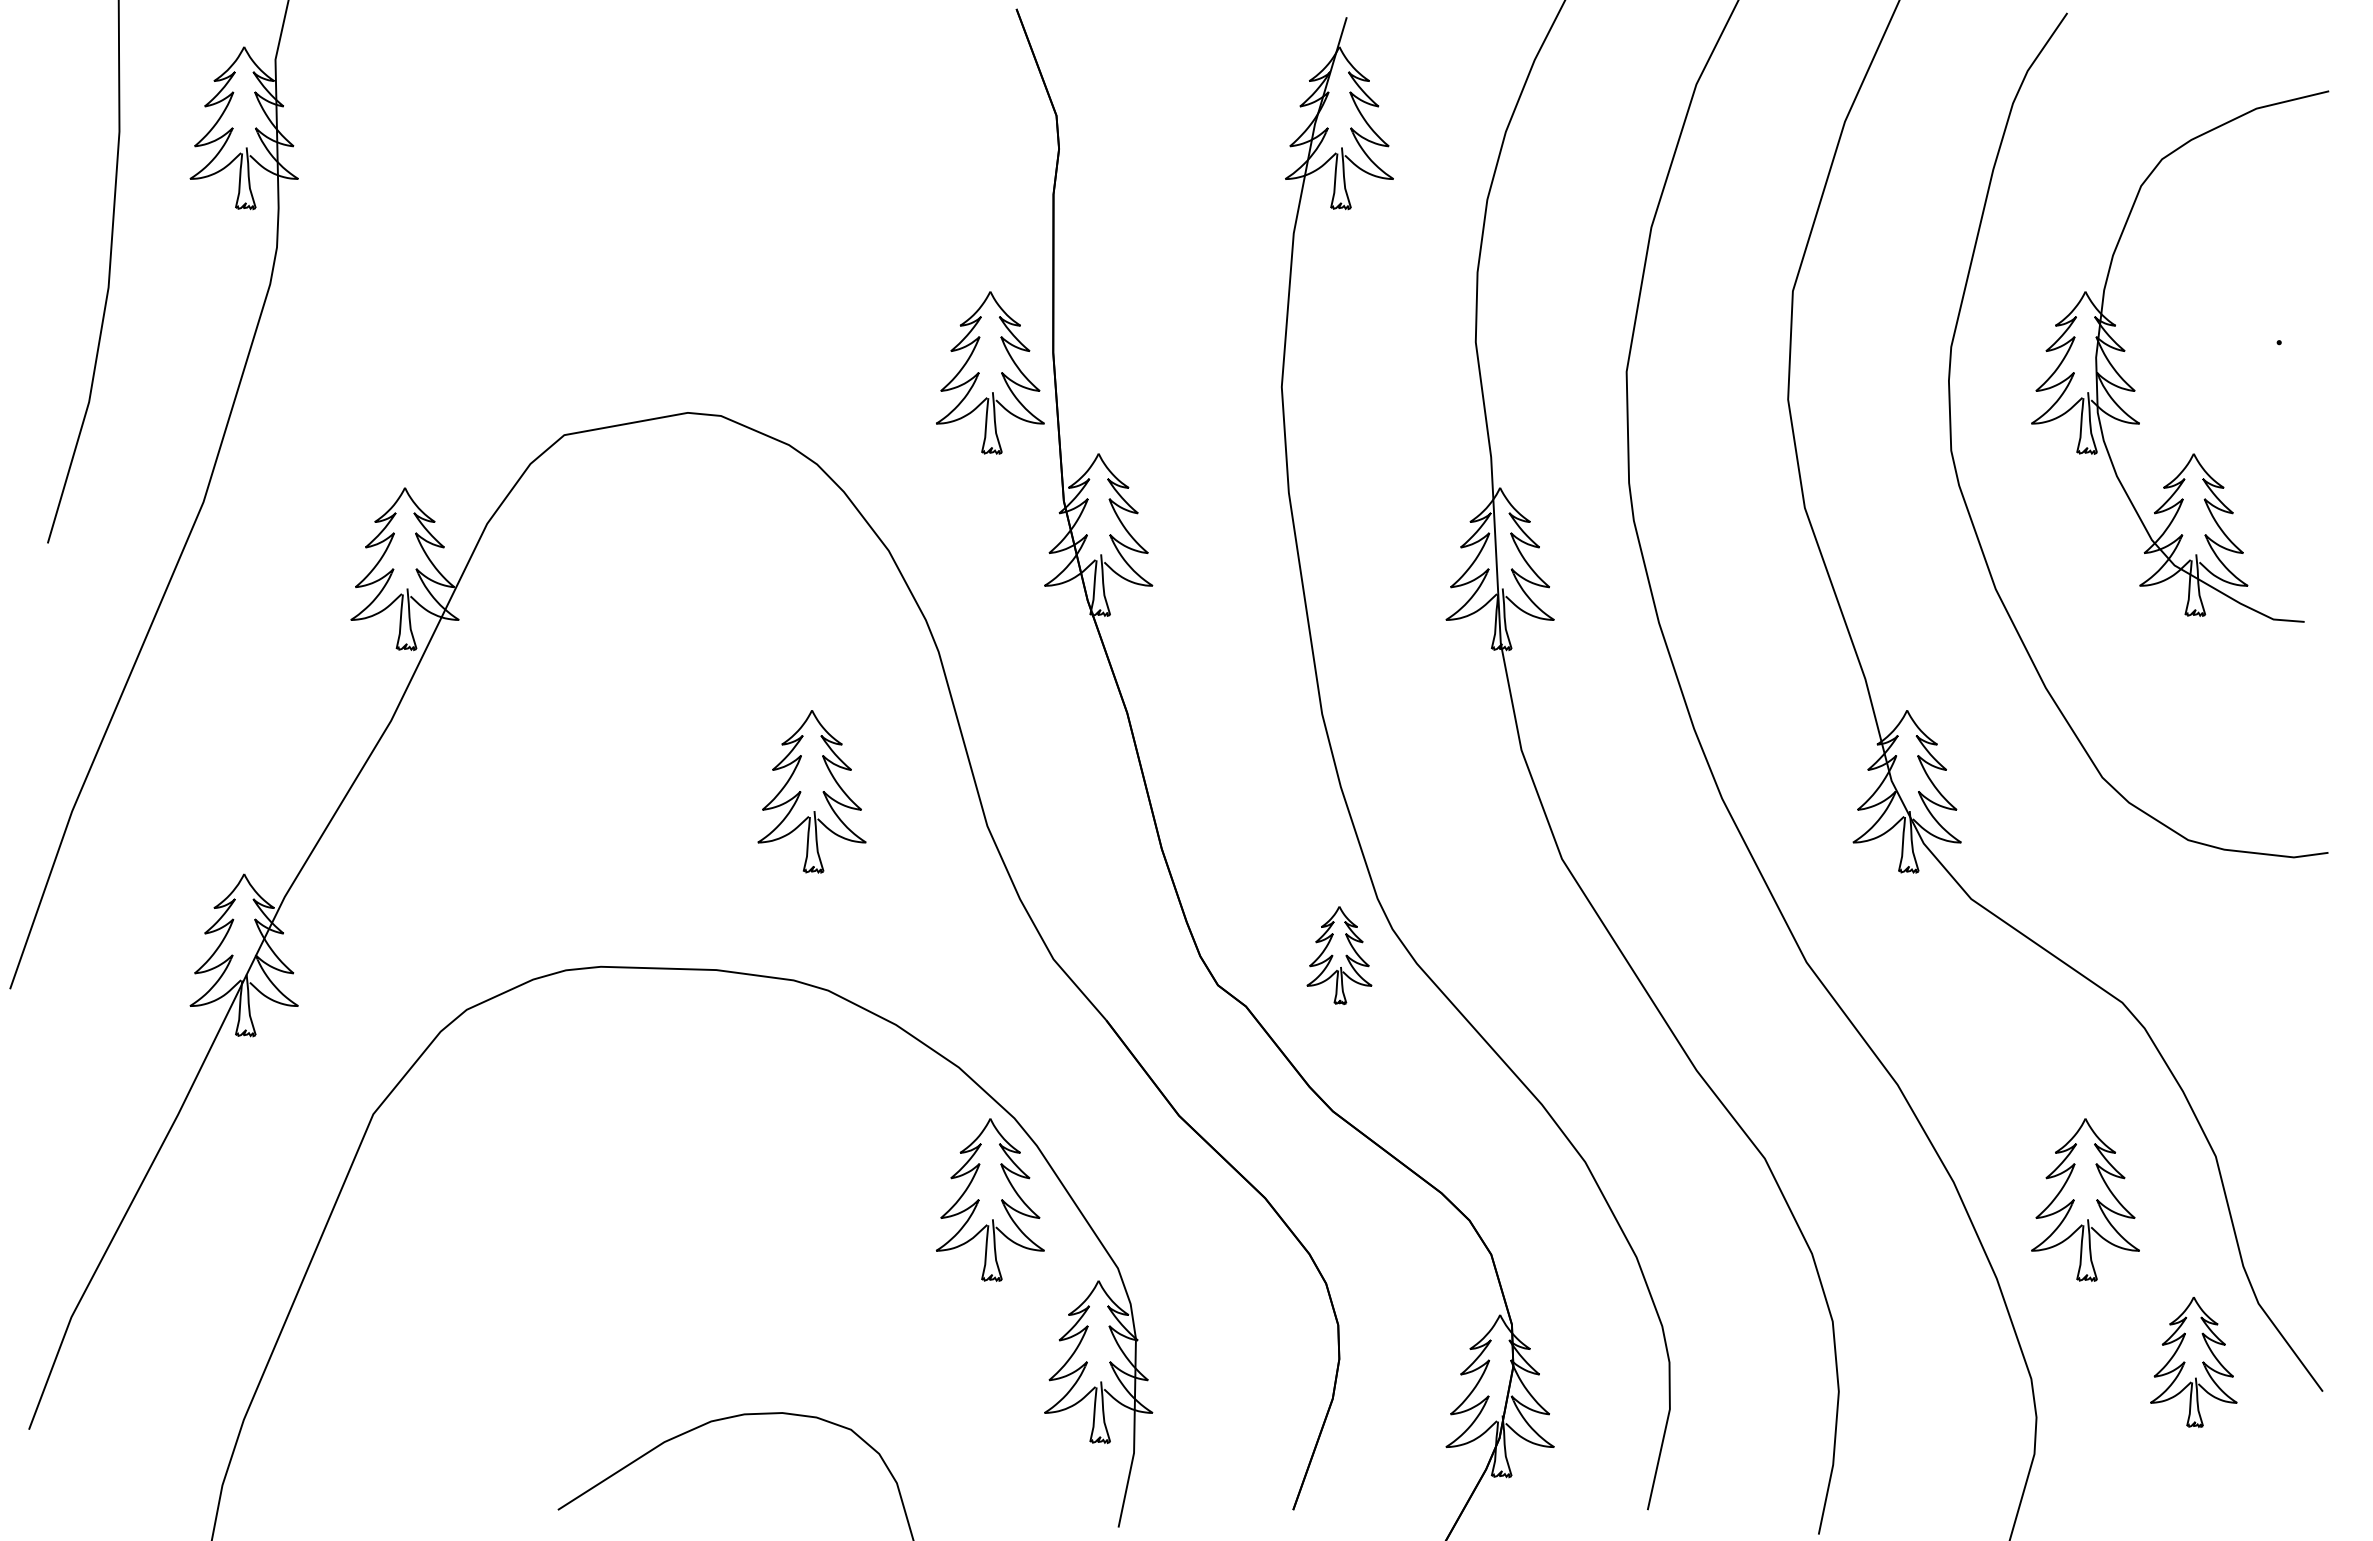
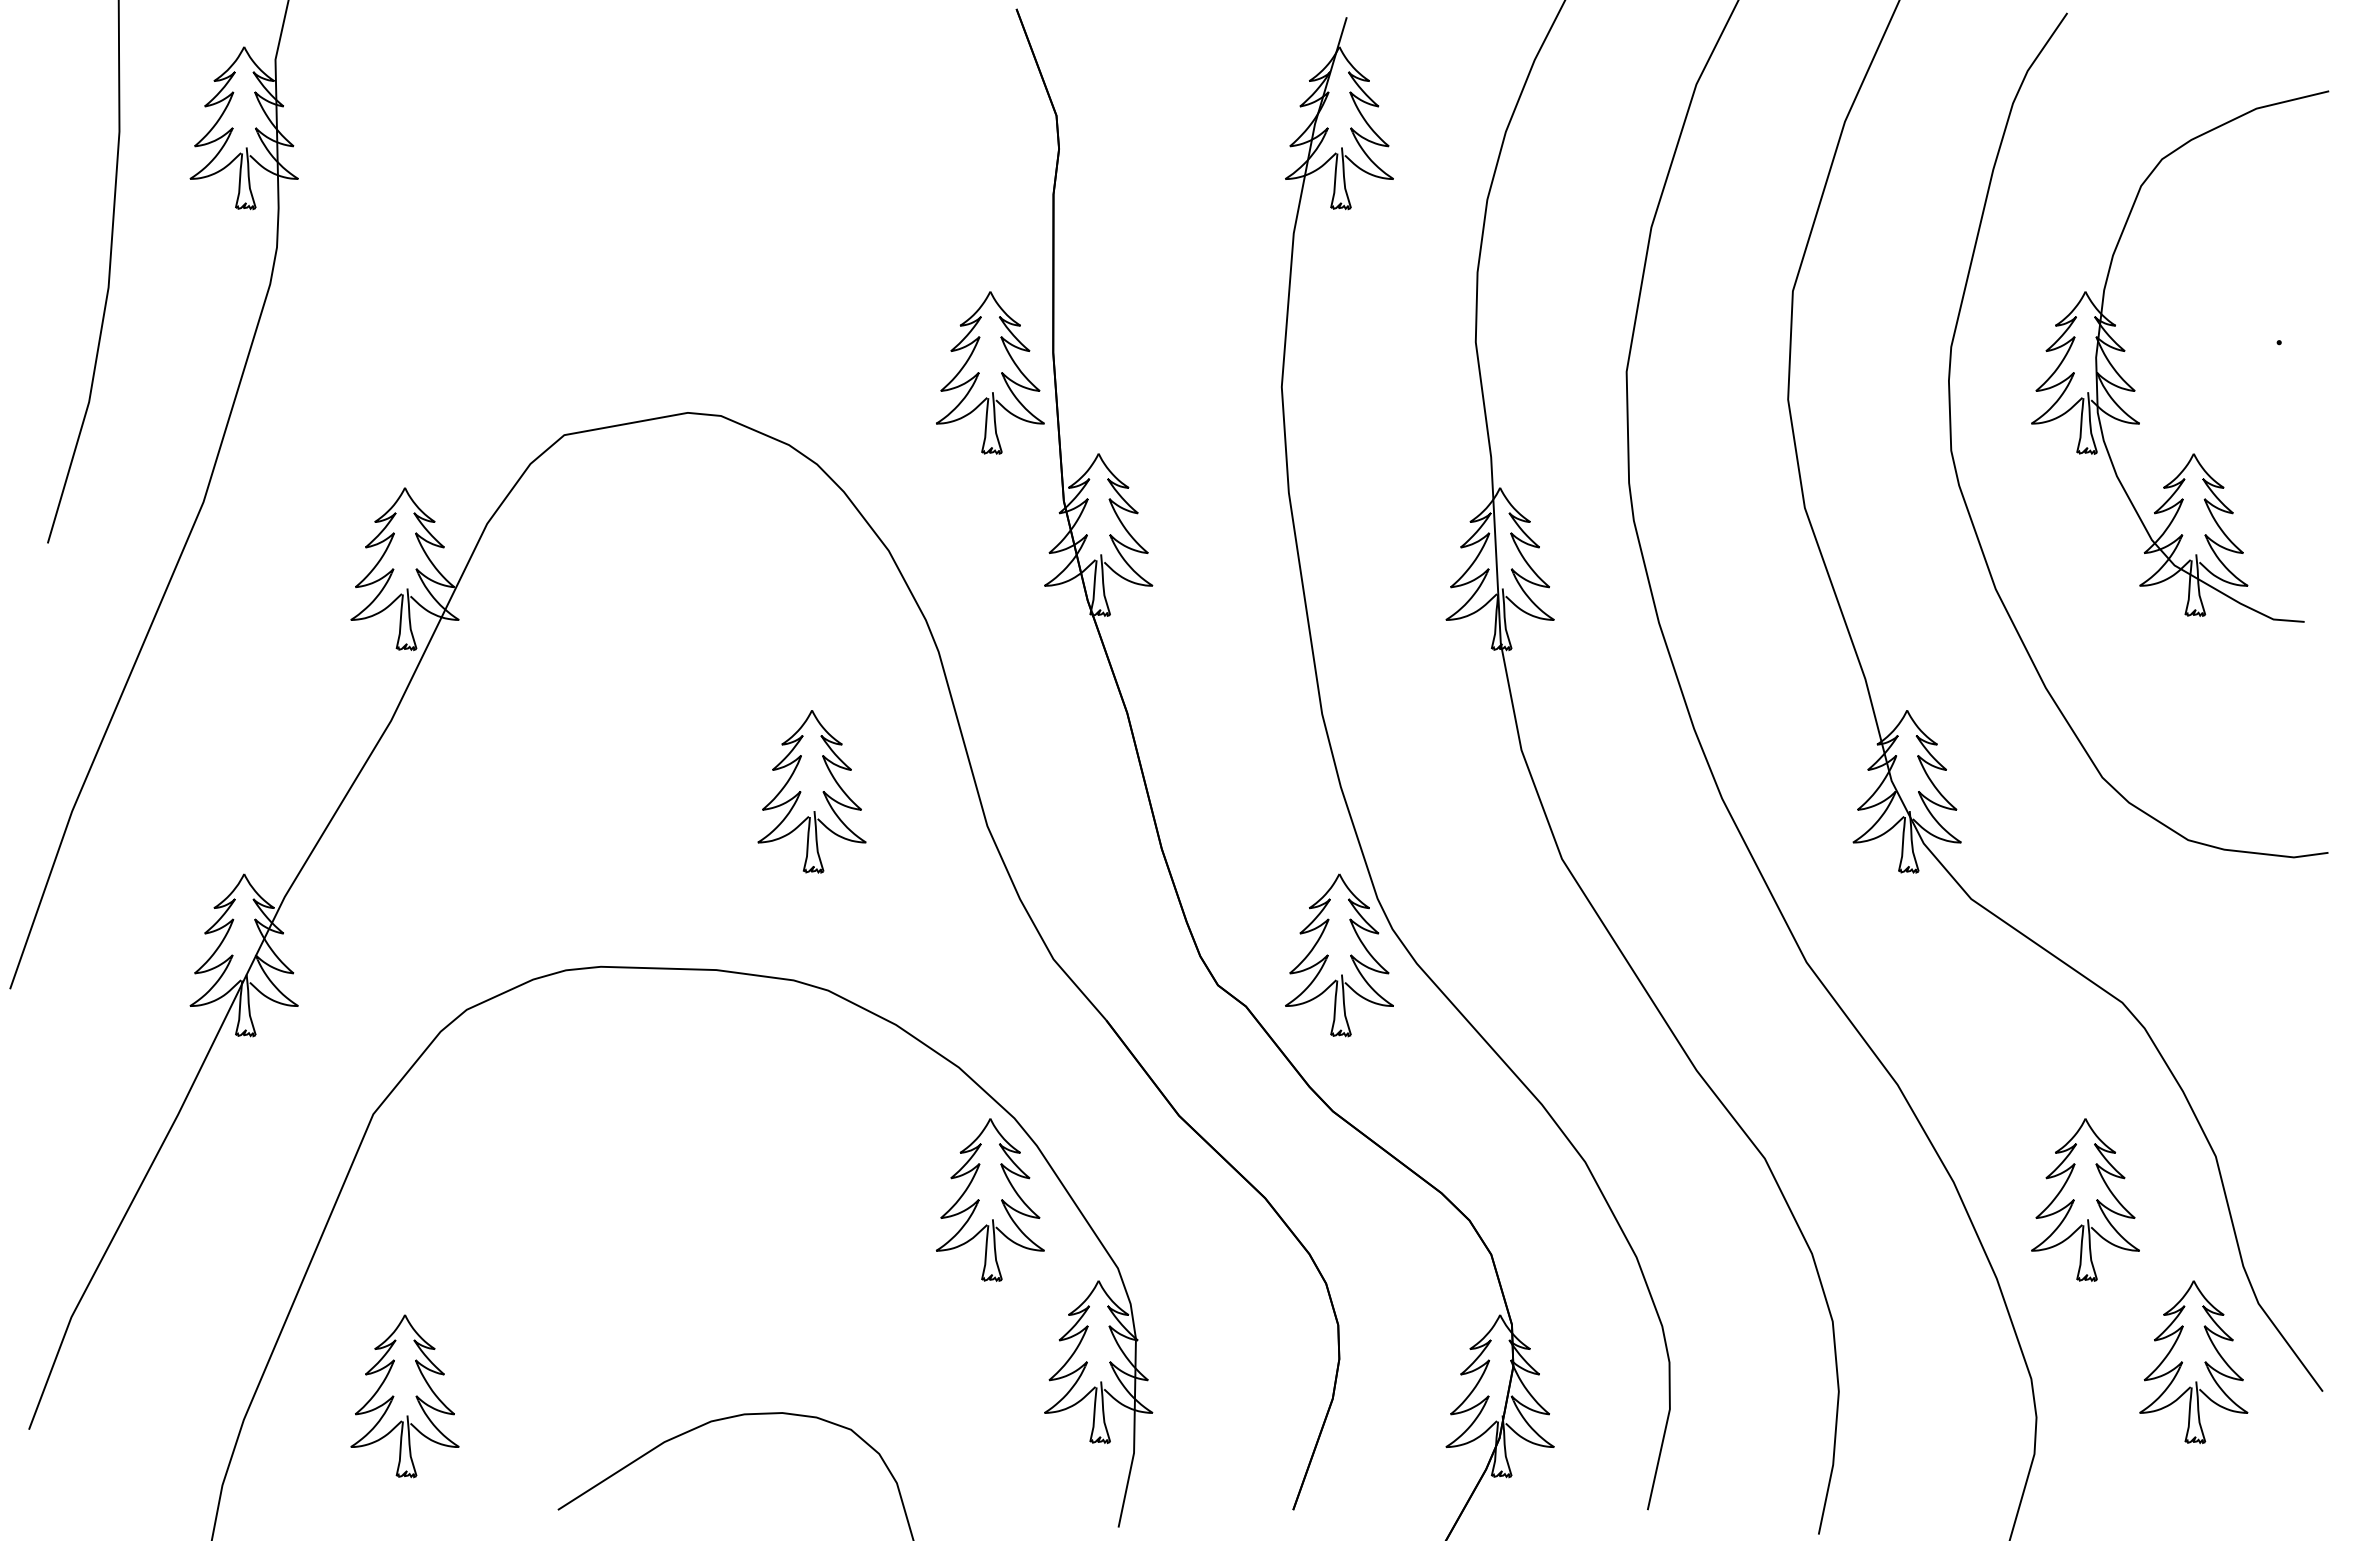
part at (1339, 955) size: 67x99 px -> 109x165 px
part at (2193, 1362) size: 88x131 px -> 110x165 px
part at (404, 1396): none -> present
